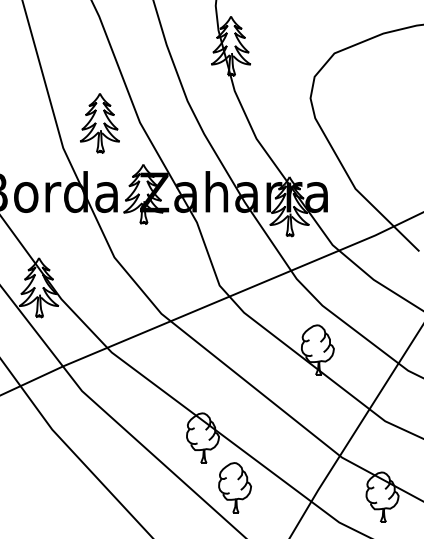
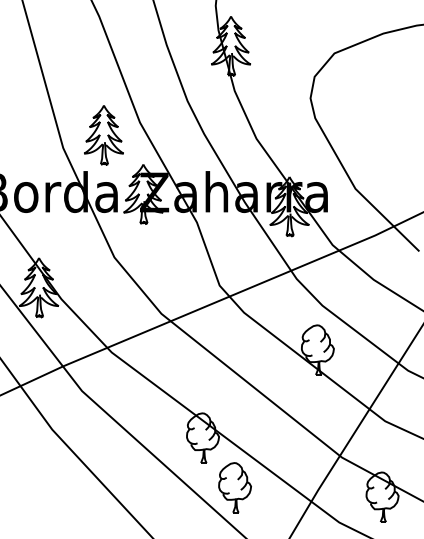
part at (99, 123) position: (99, 123) -> (103, 135)
